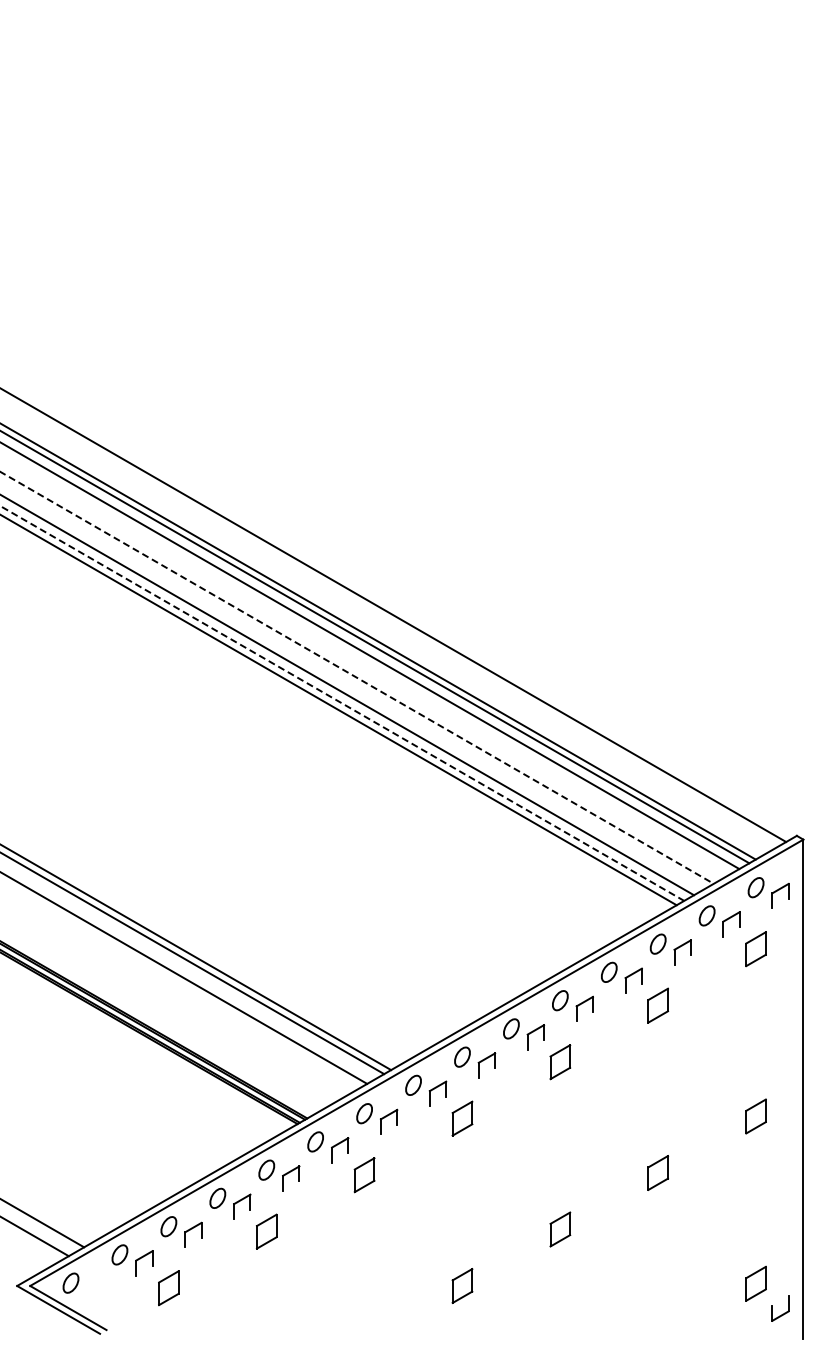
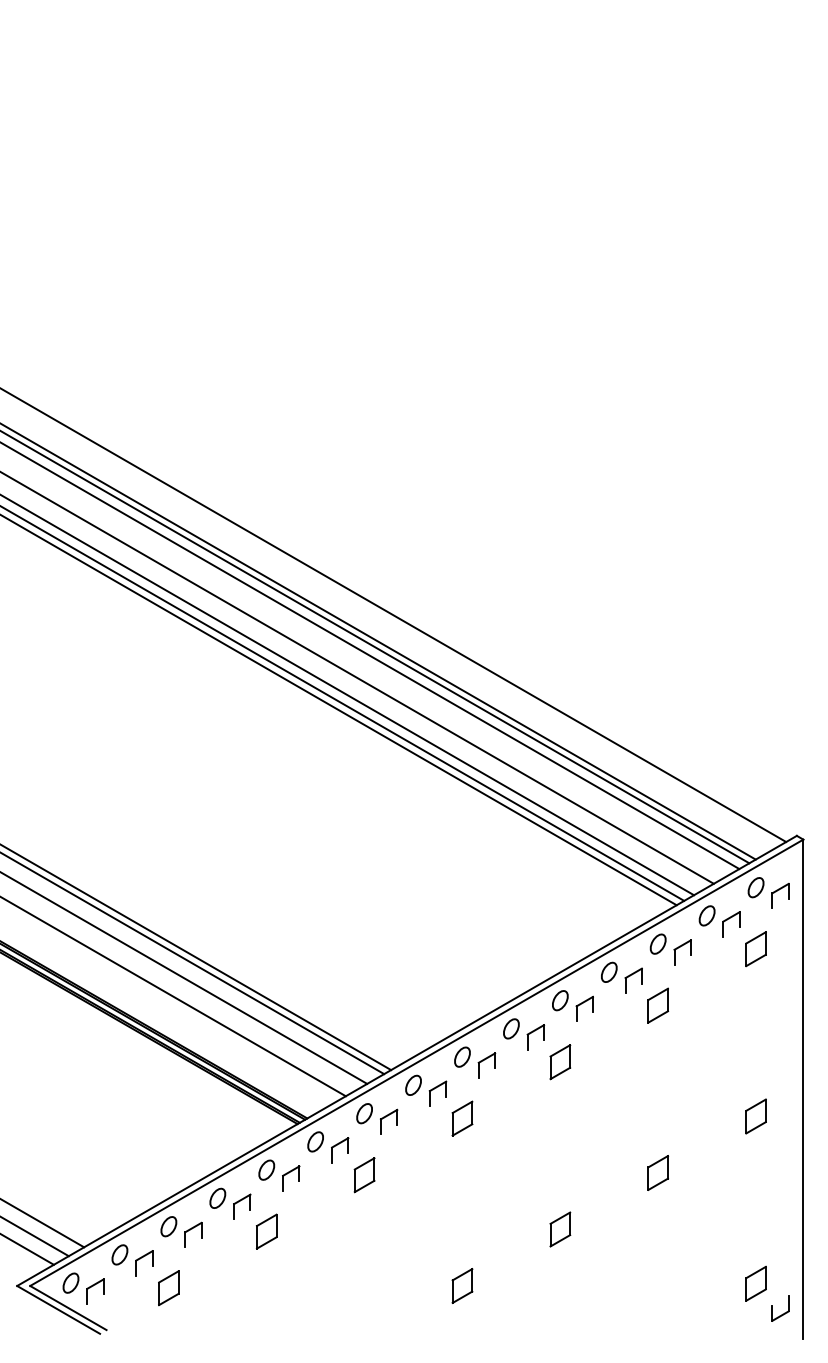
line at (357, 677): dashed -> solid
line at (342, 703): dashed -> solid
line at (173, 997): none -> present
line at (27, 1249): none -> present
part at (95, 1291): none -> present
